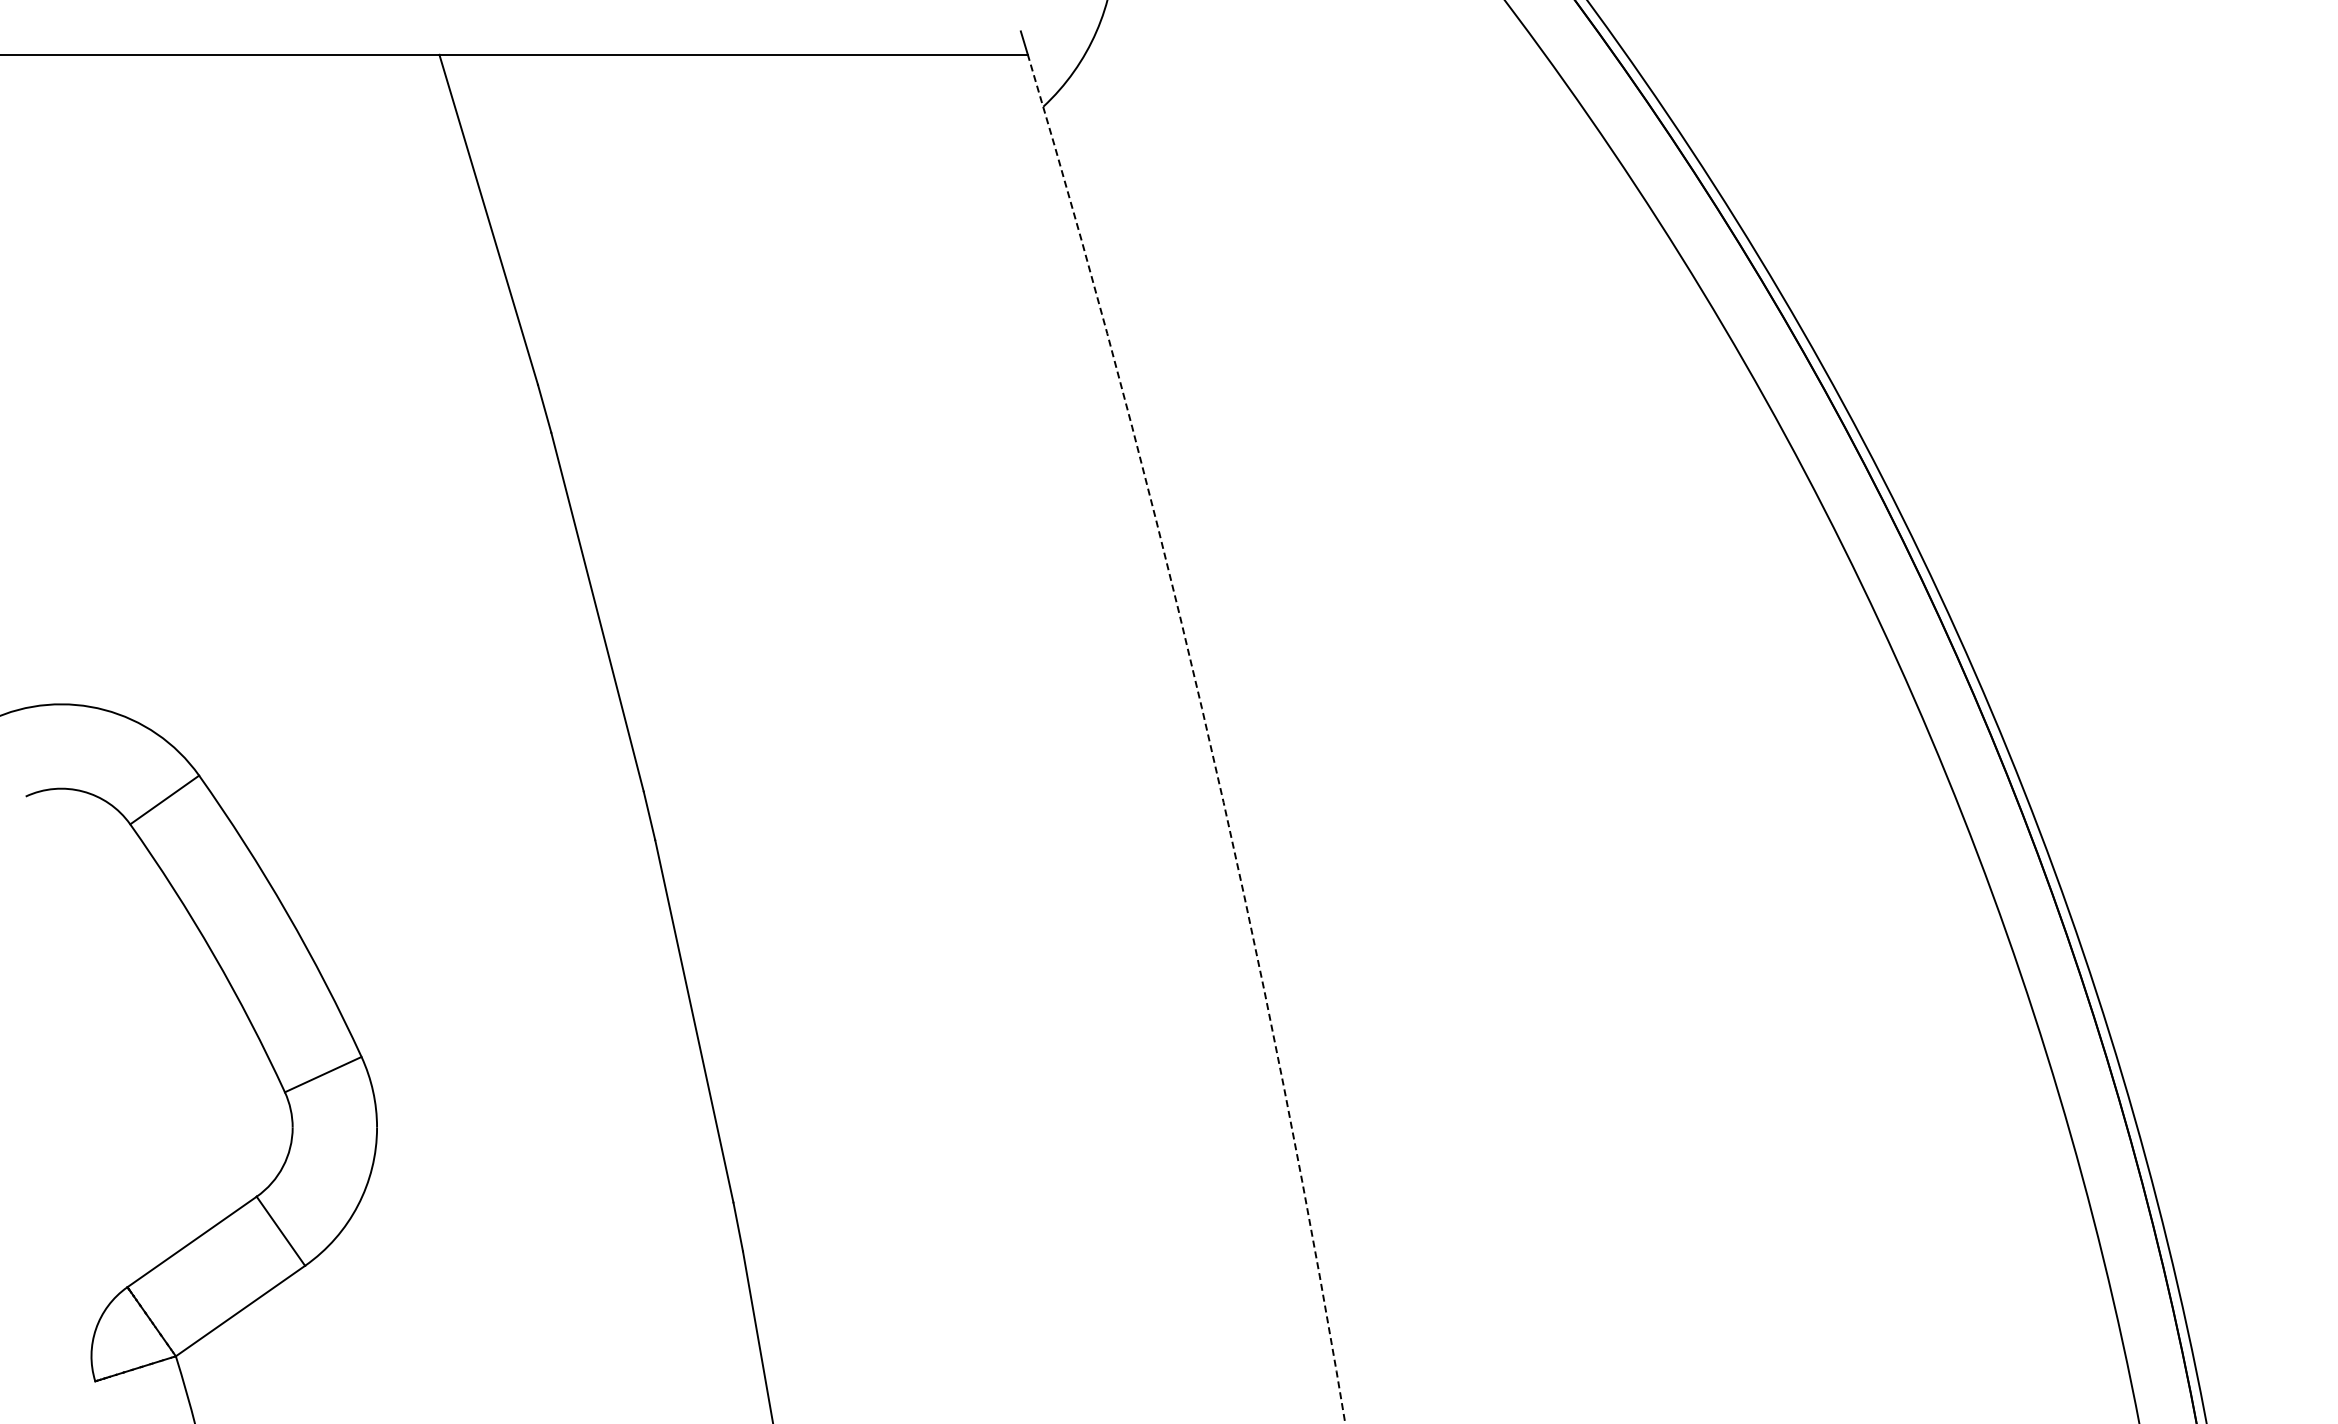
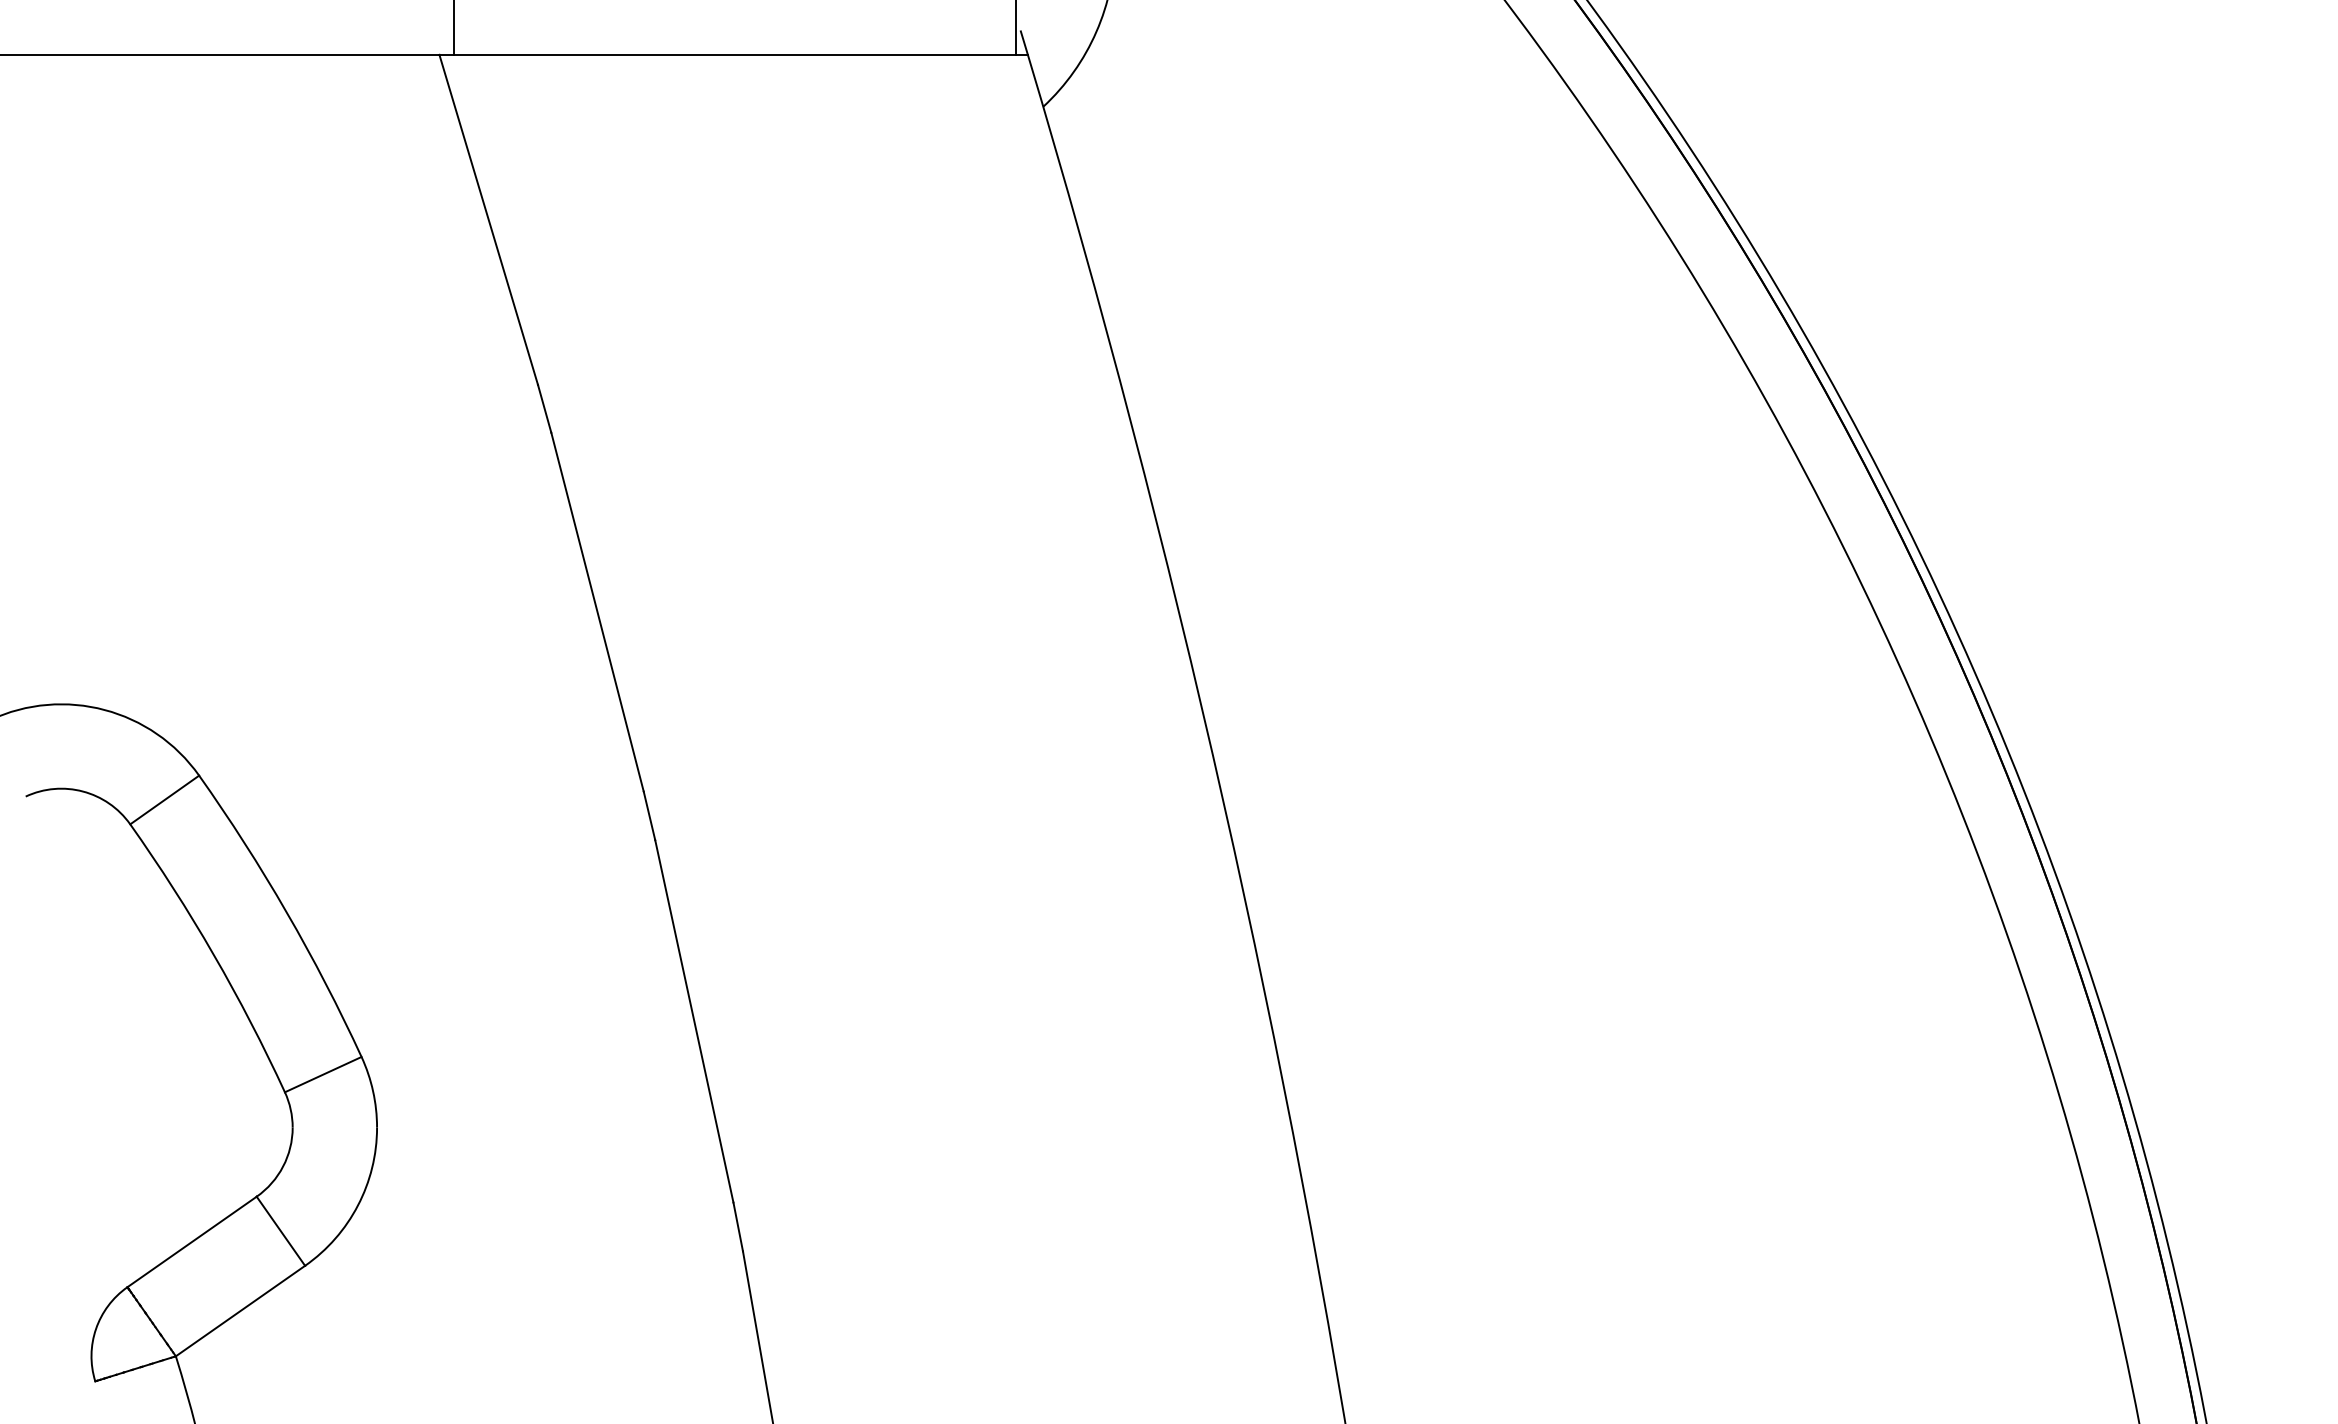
line at (453, 28): none -> present
line at (1016, 28): none -> present
arc at (1207, 733): dashed -> solid
